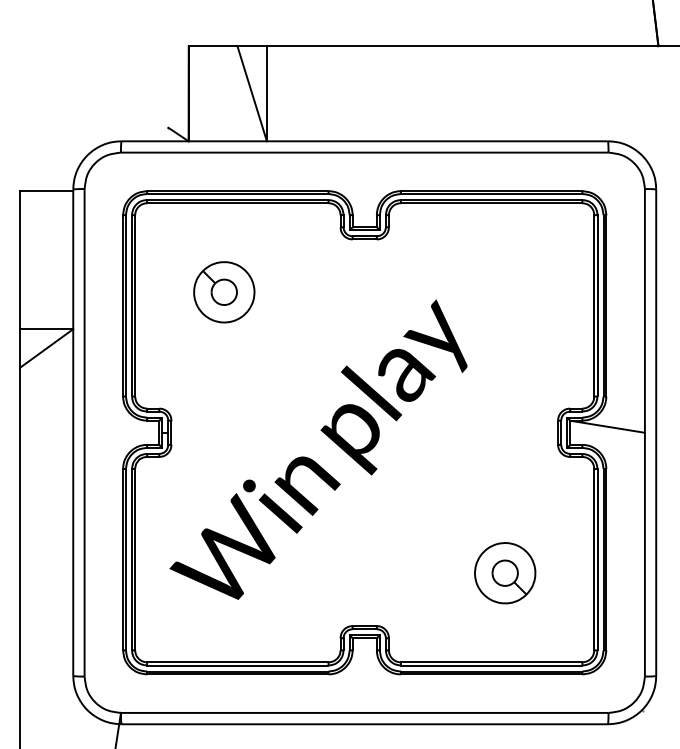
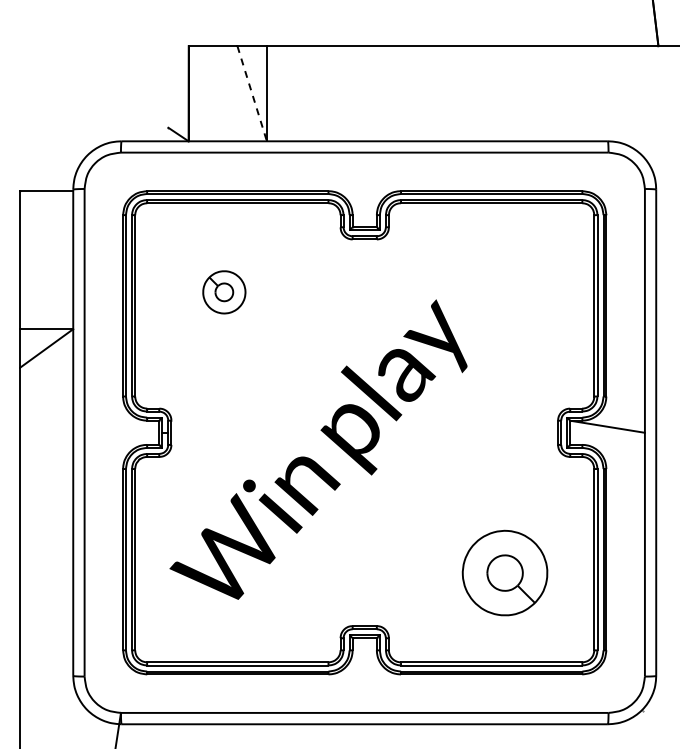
line at (252, 93): solid -> dashed
part at (224, 292) size: 63x63 px -> 45x45 px
part at (505, 573) size: 63x63 px -> 88x88 px
